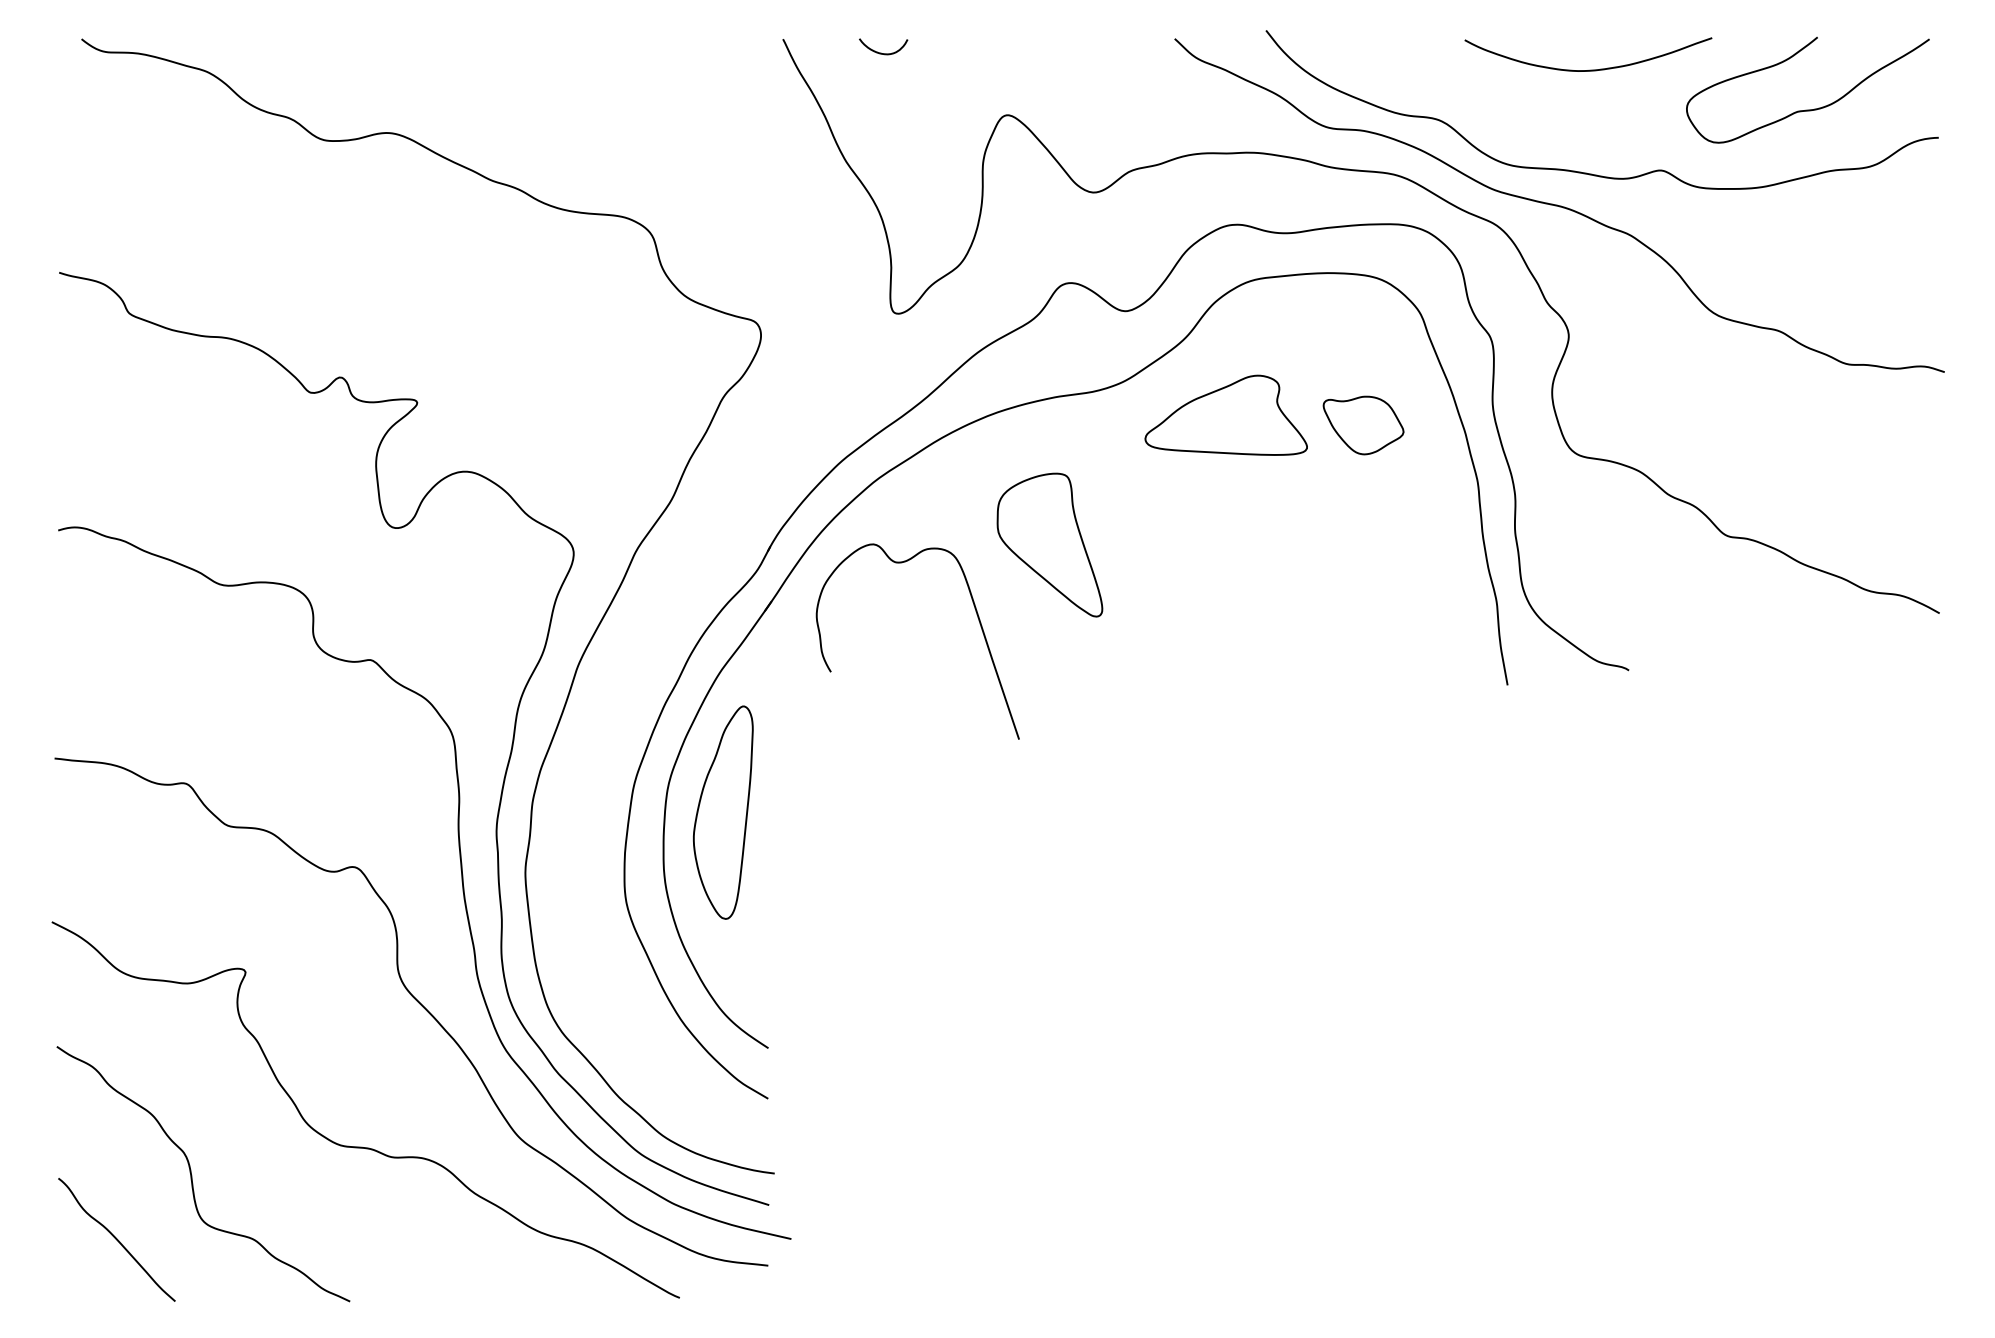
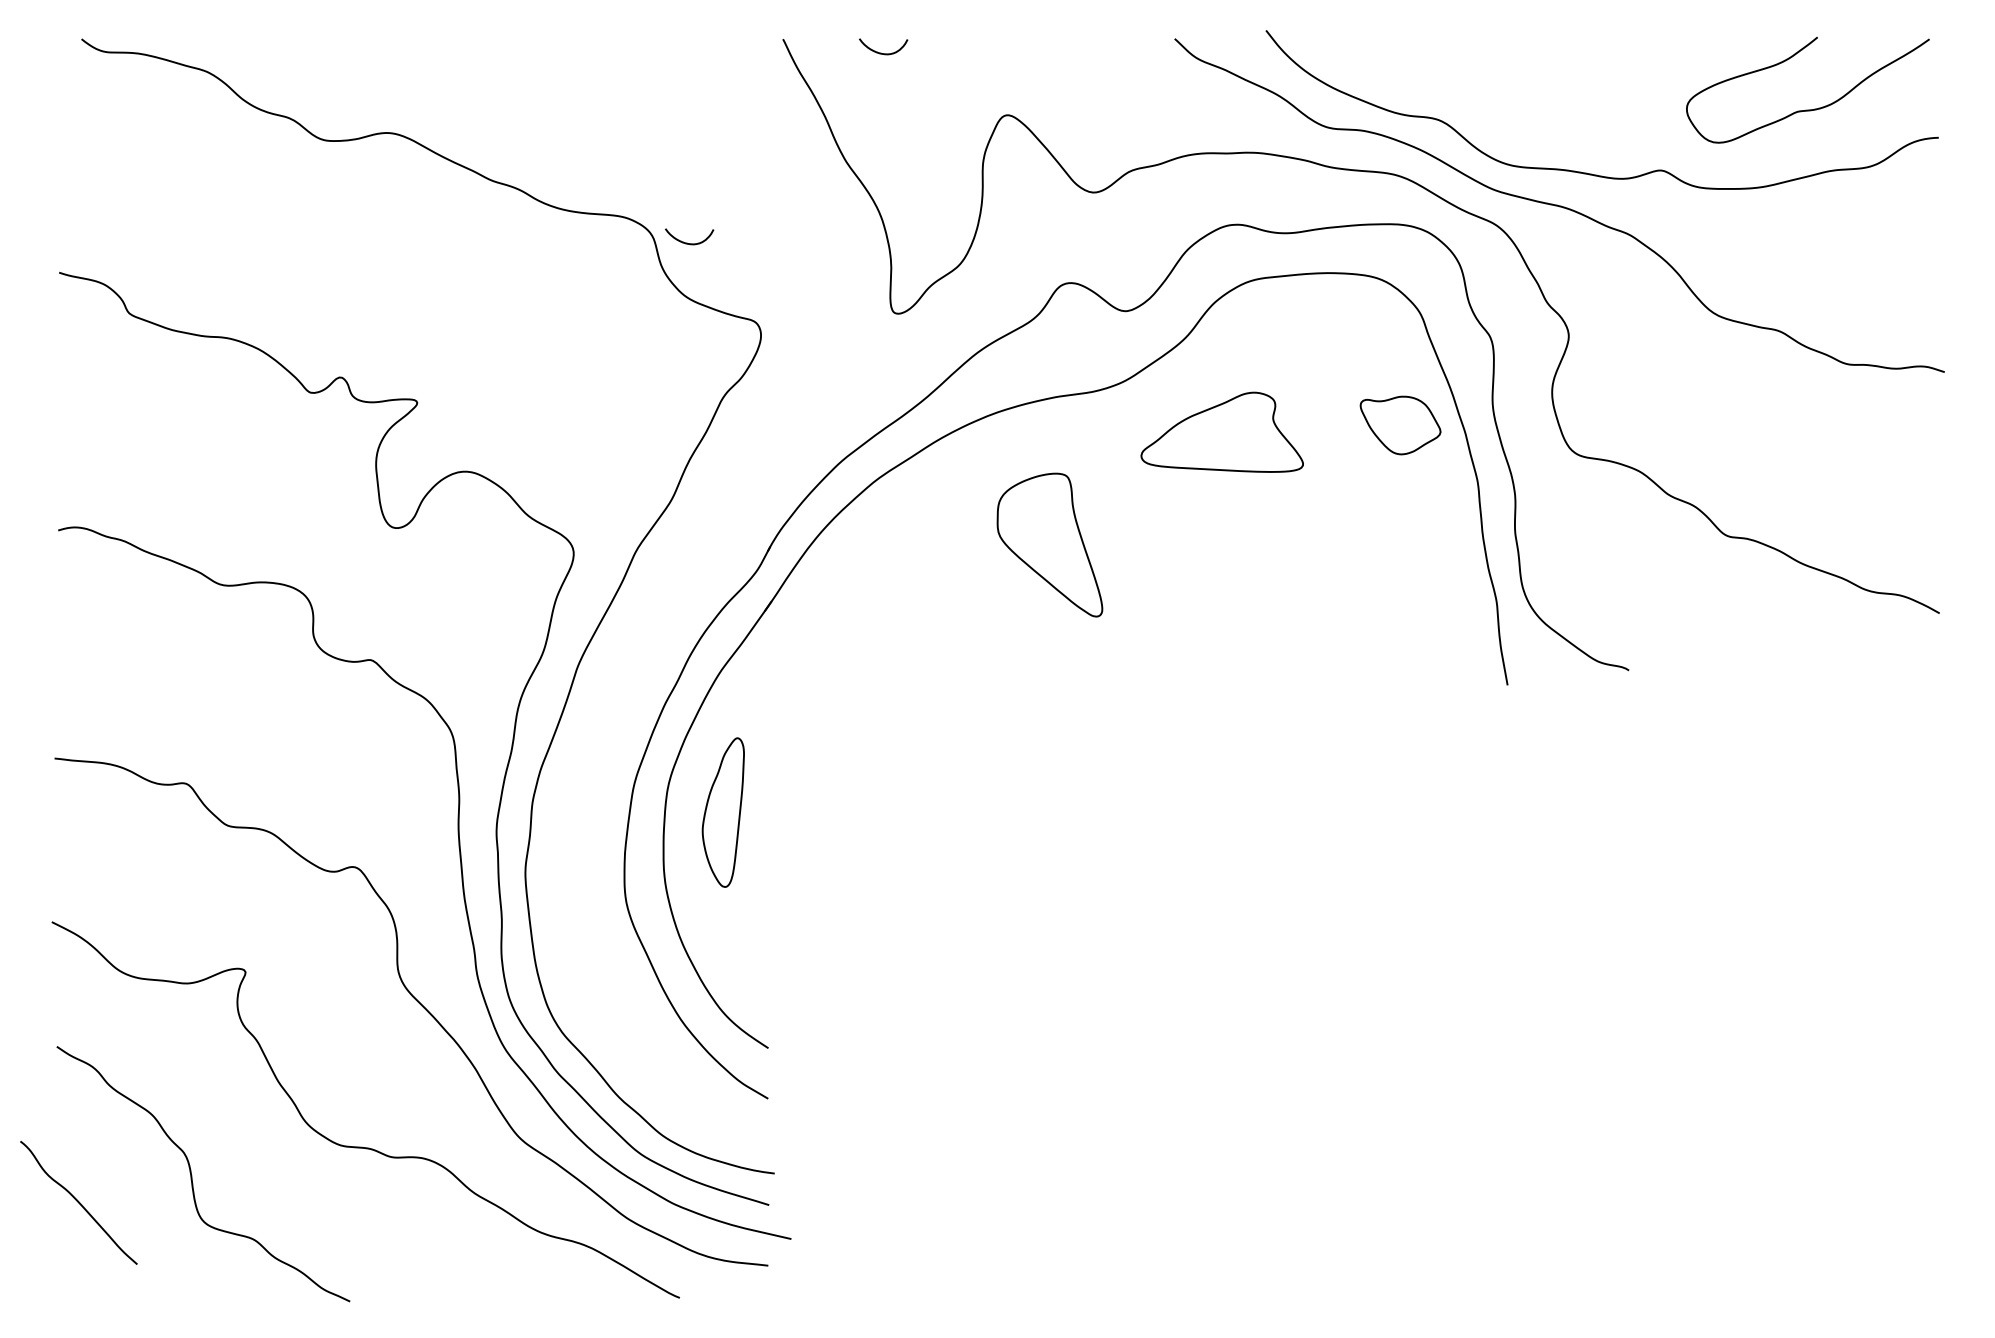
curve at (1589, 69): present -> none
curve at (687, 242): none -> present
part at (1225, 414) position: (1225, 414) -> (1221, 431)
part at (1363, 425) position: (1363, 425) -> (1400, 425)
curve at (979, 624): present -> none
part at (723, 812) size: 61x215 px -> 44x151 px
curve at (116, 1239) position: (116, 1239) -> (78, 1202)
